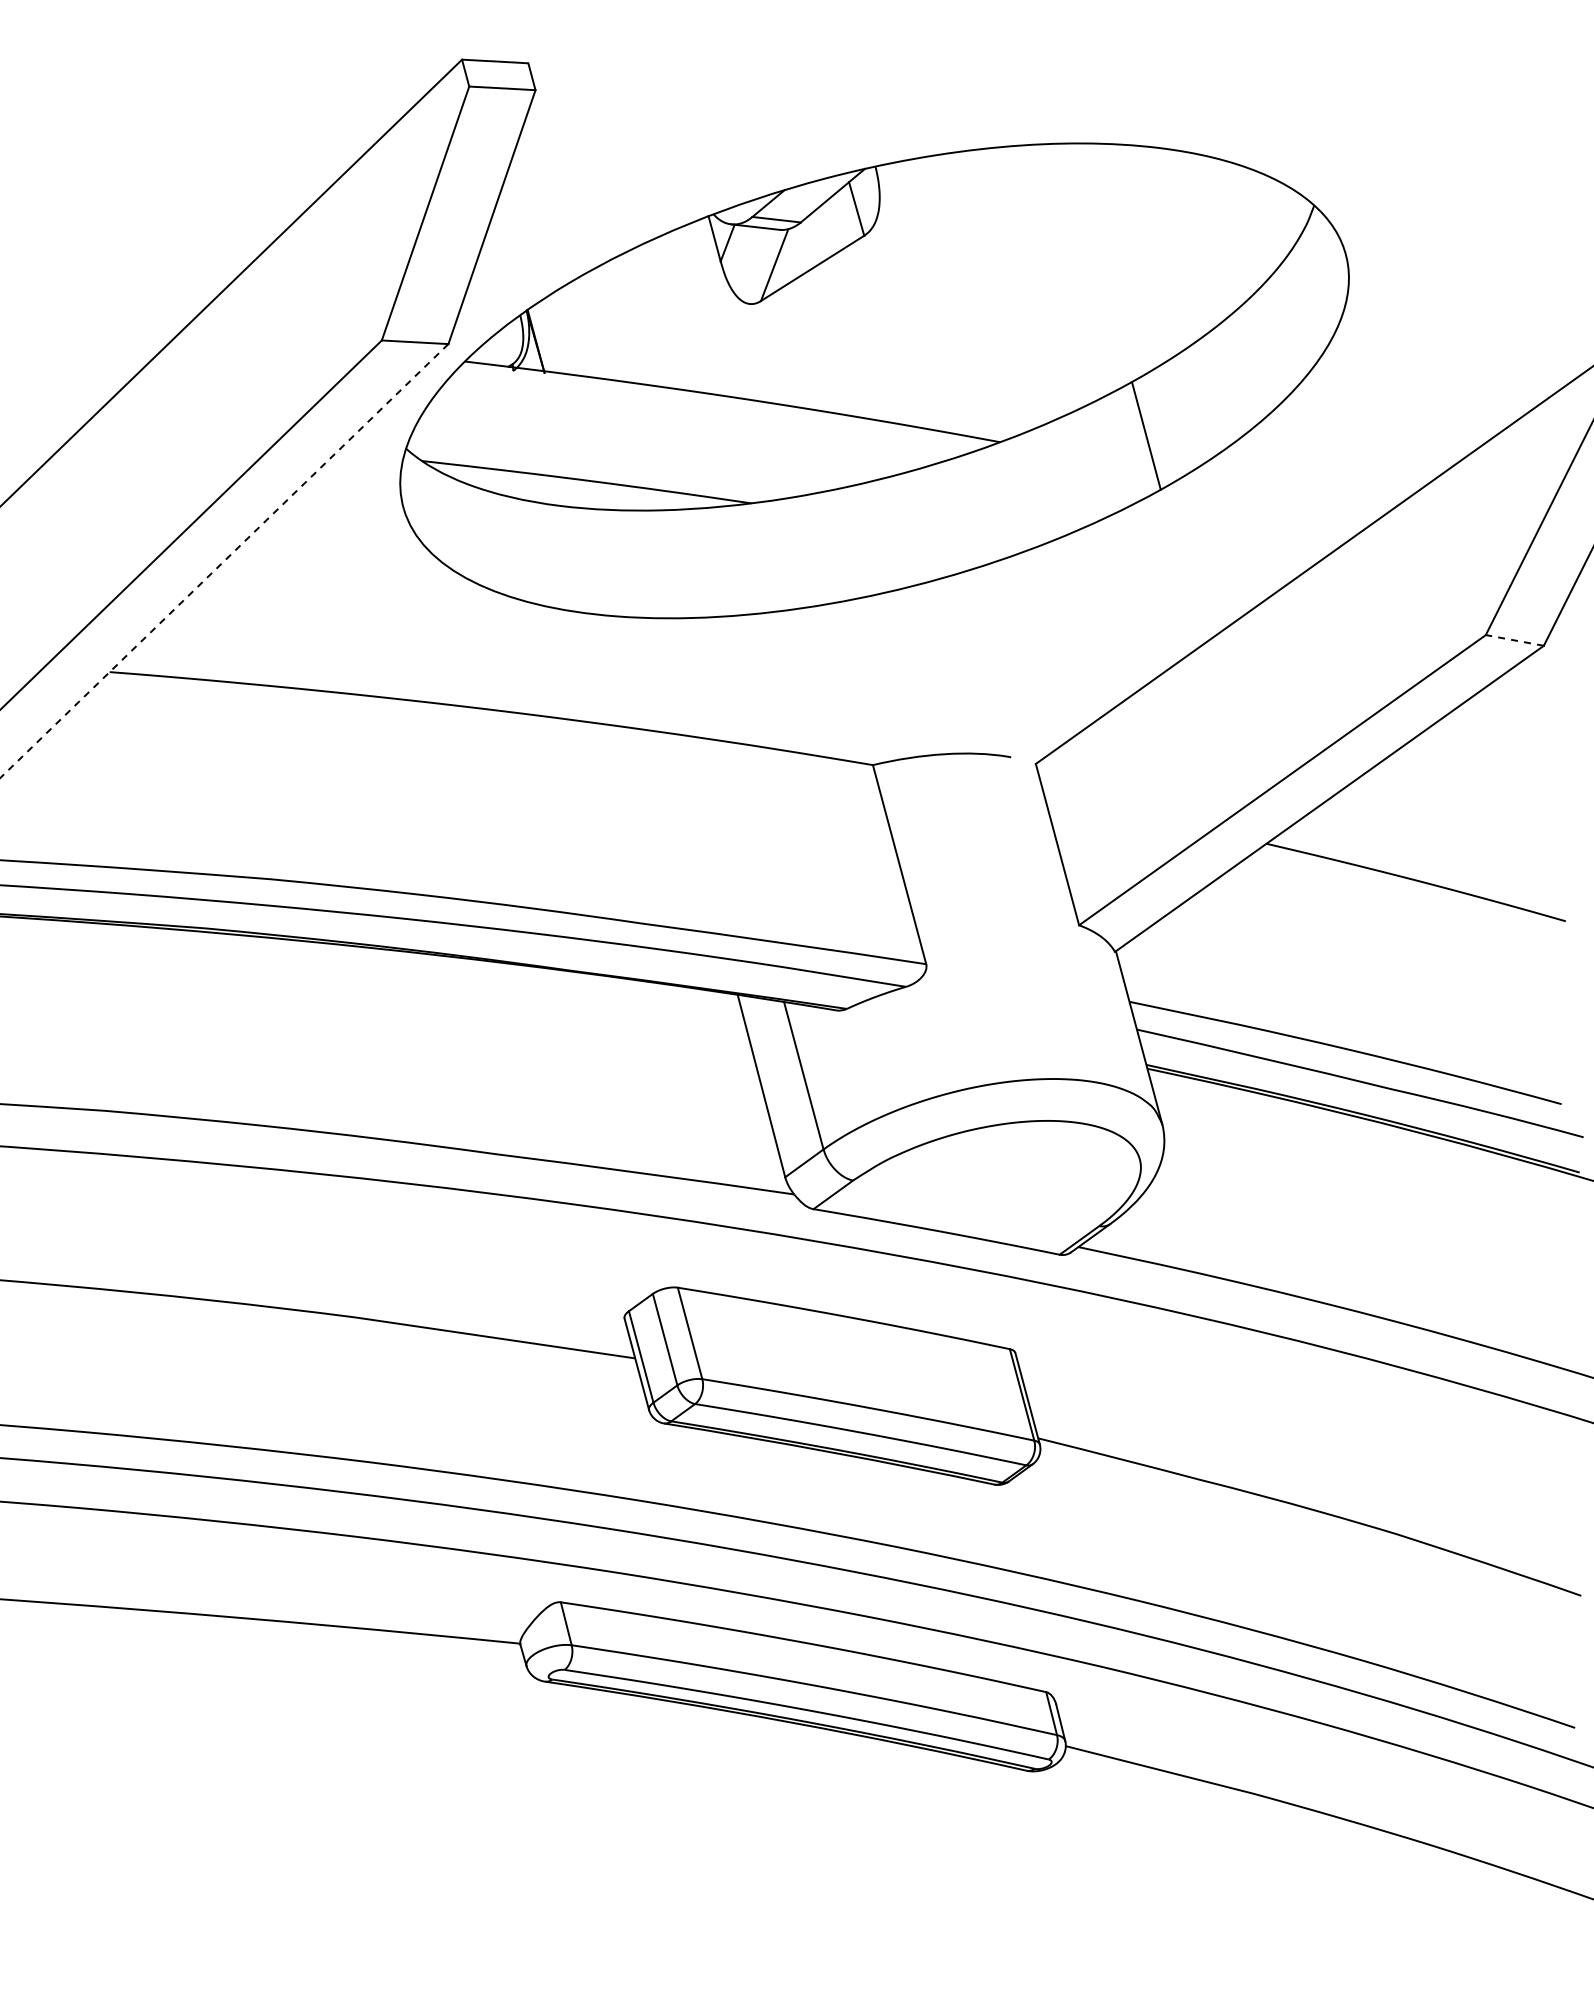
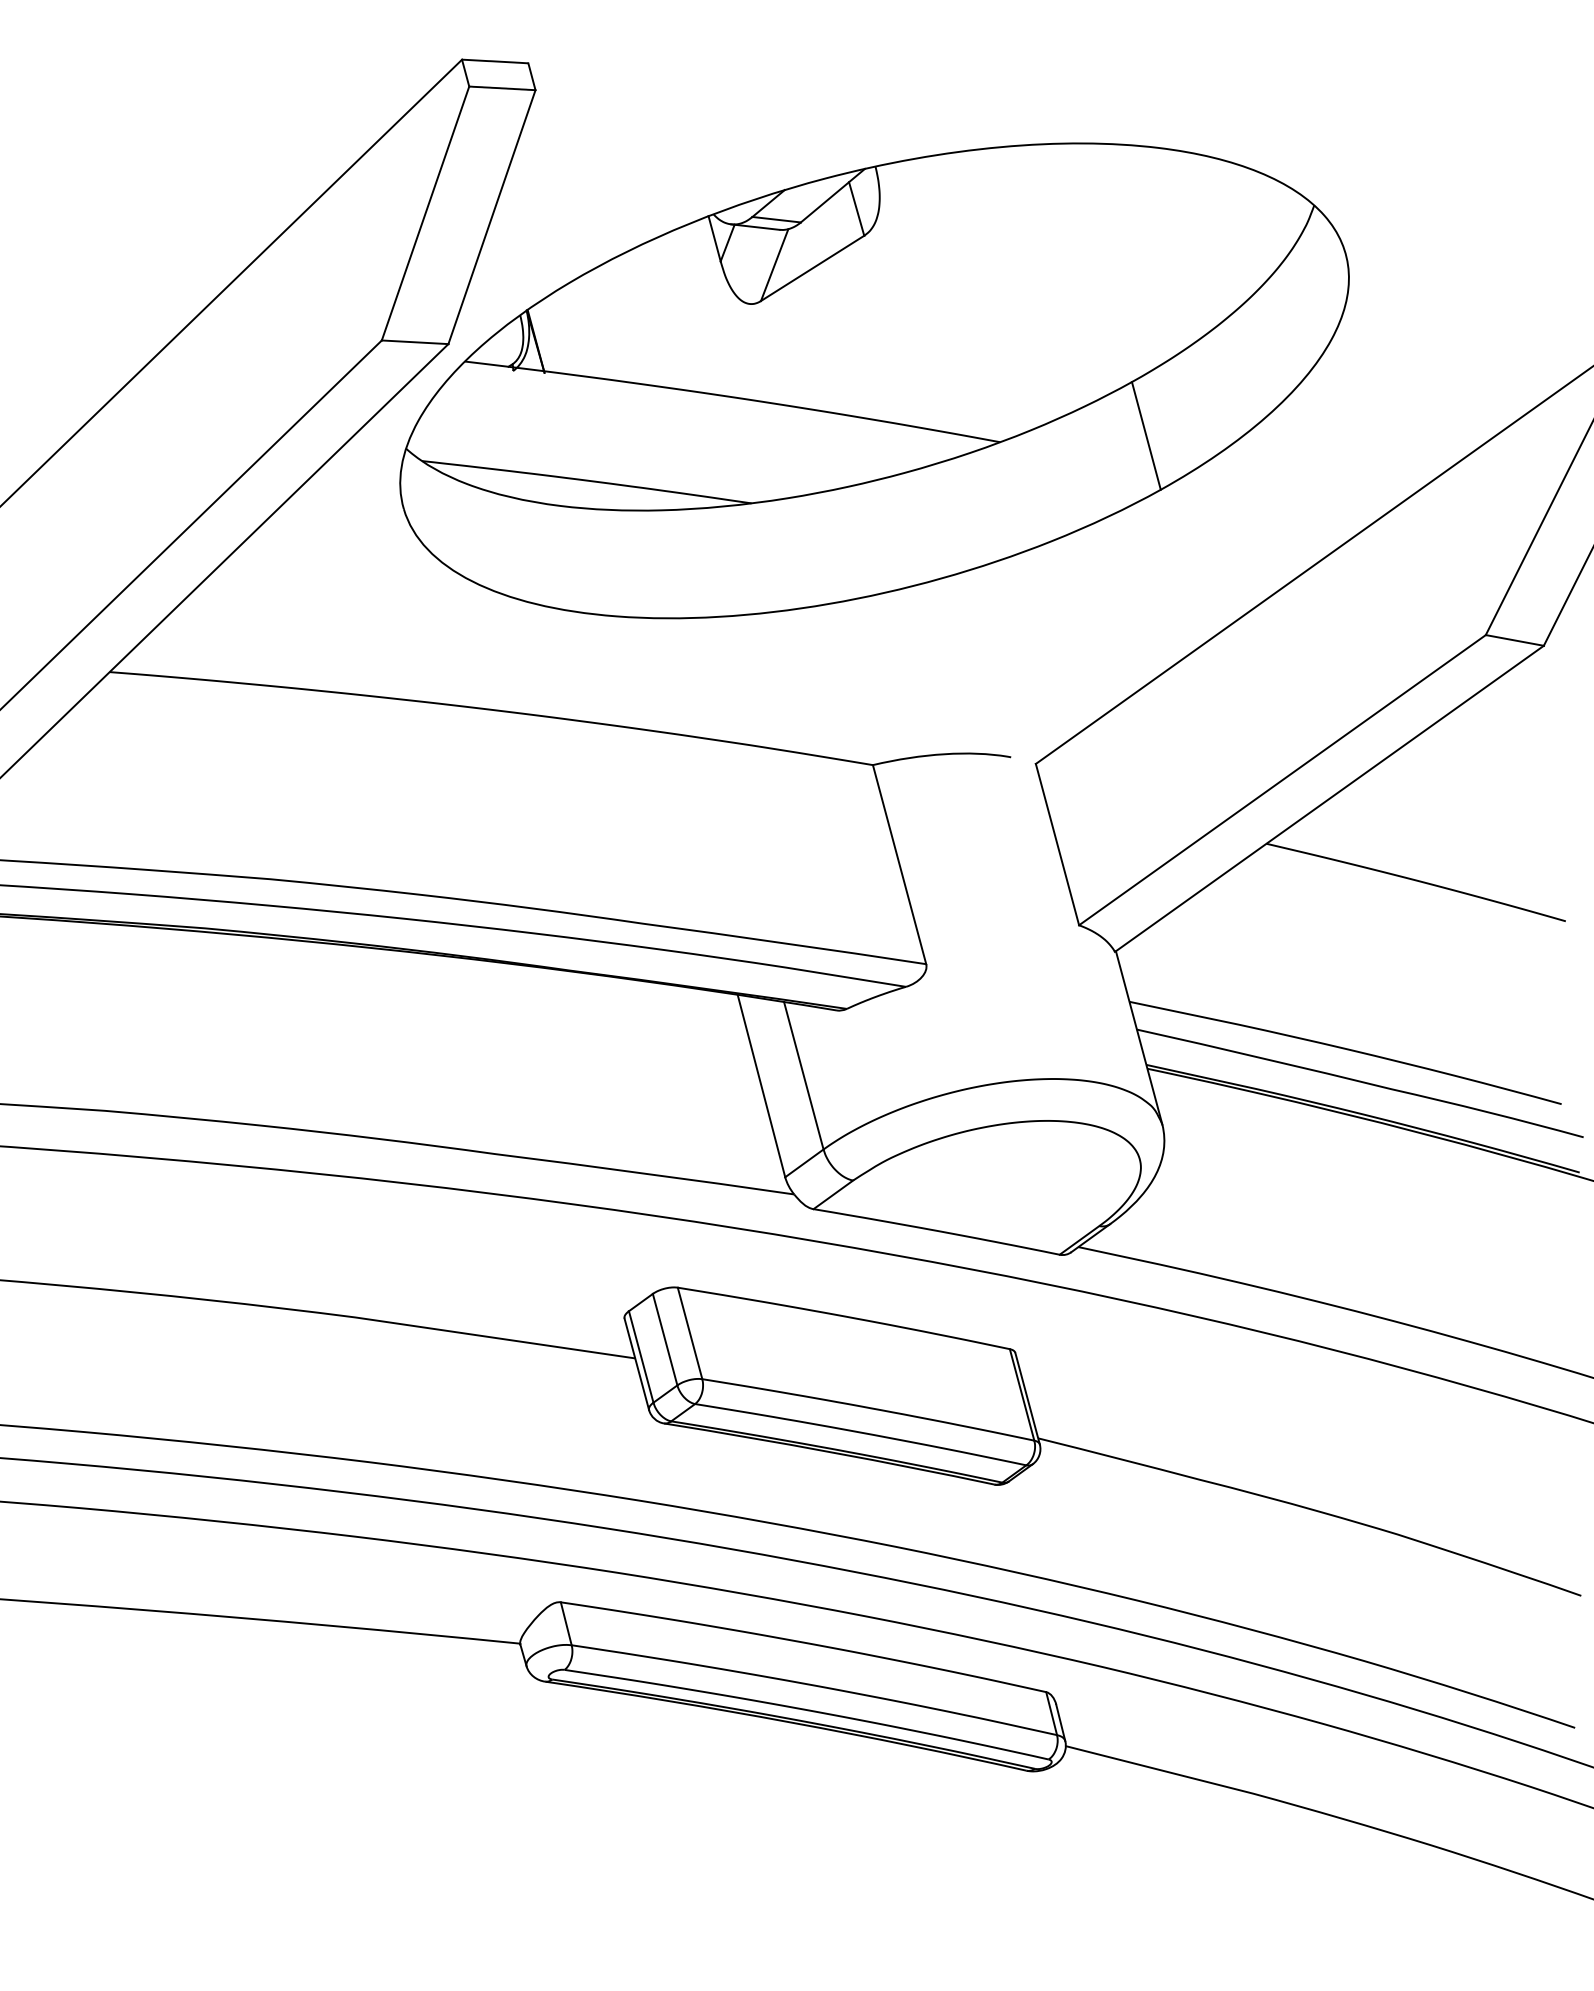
line at (224, 560): dashed -> solid
line at (1514, 640): dashed -> solid
